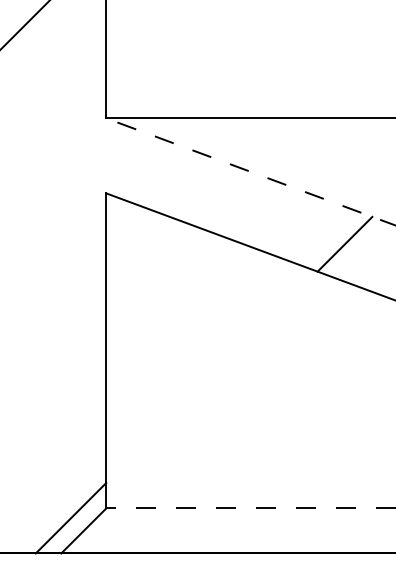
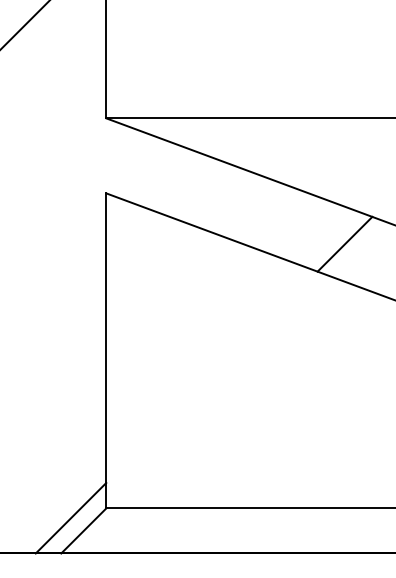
line at (250, 171): dashed -> solid
line at (250, 508): dashed -> solid
